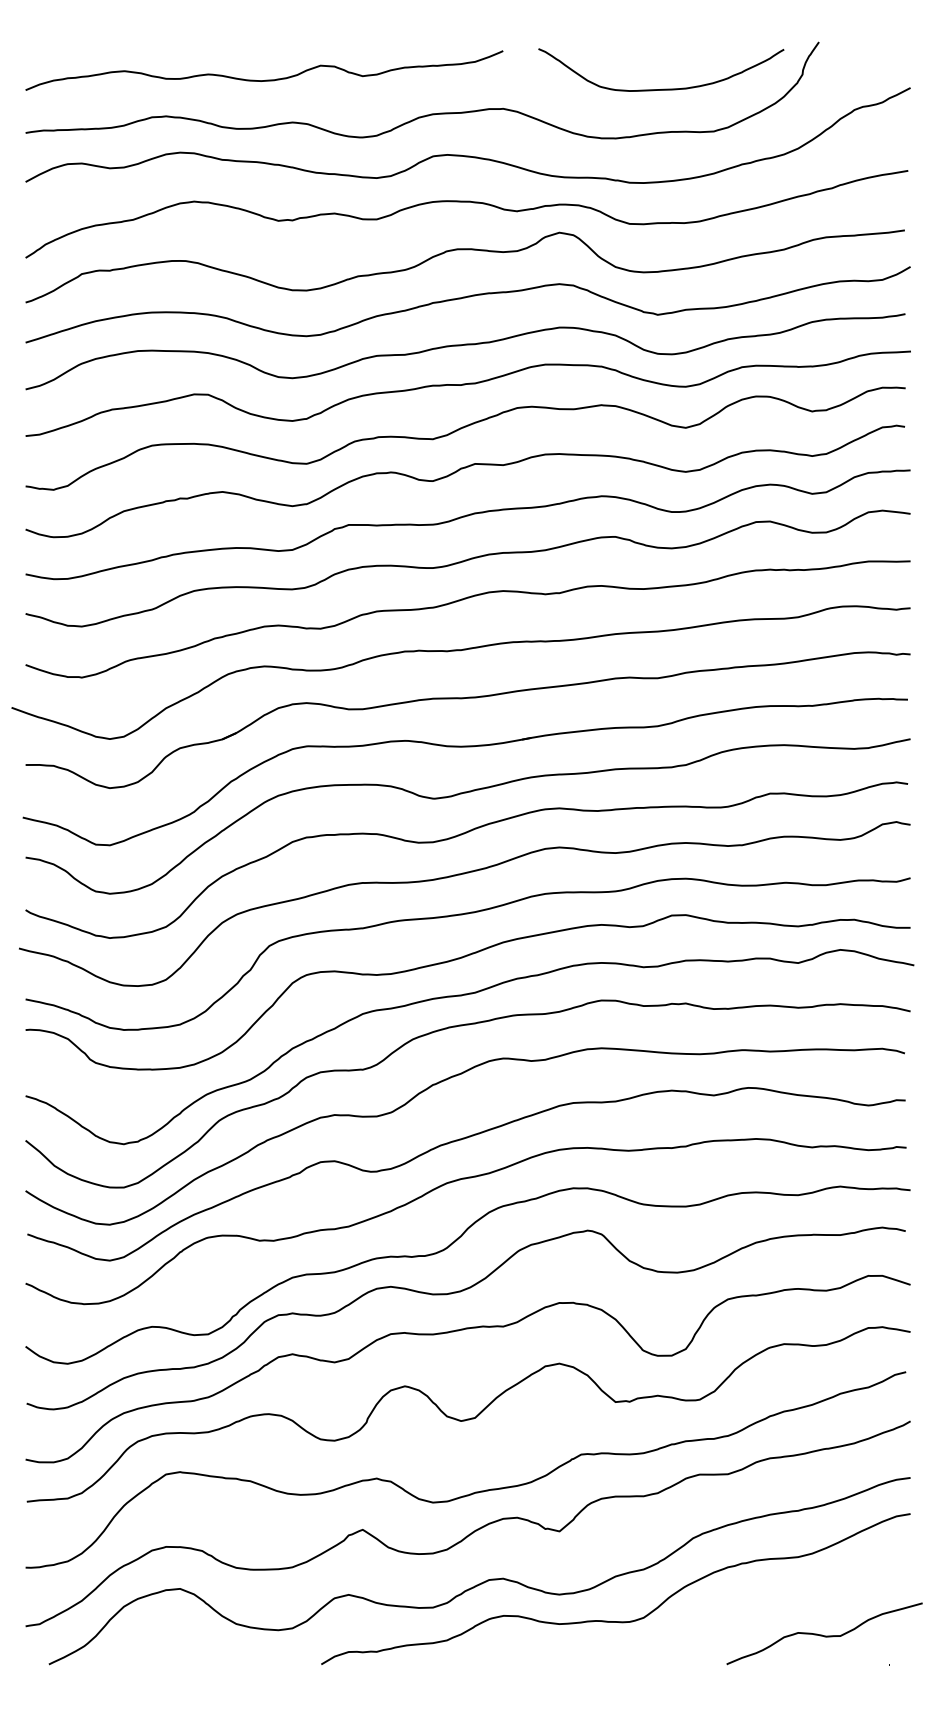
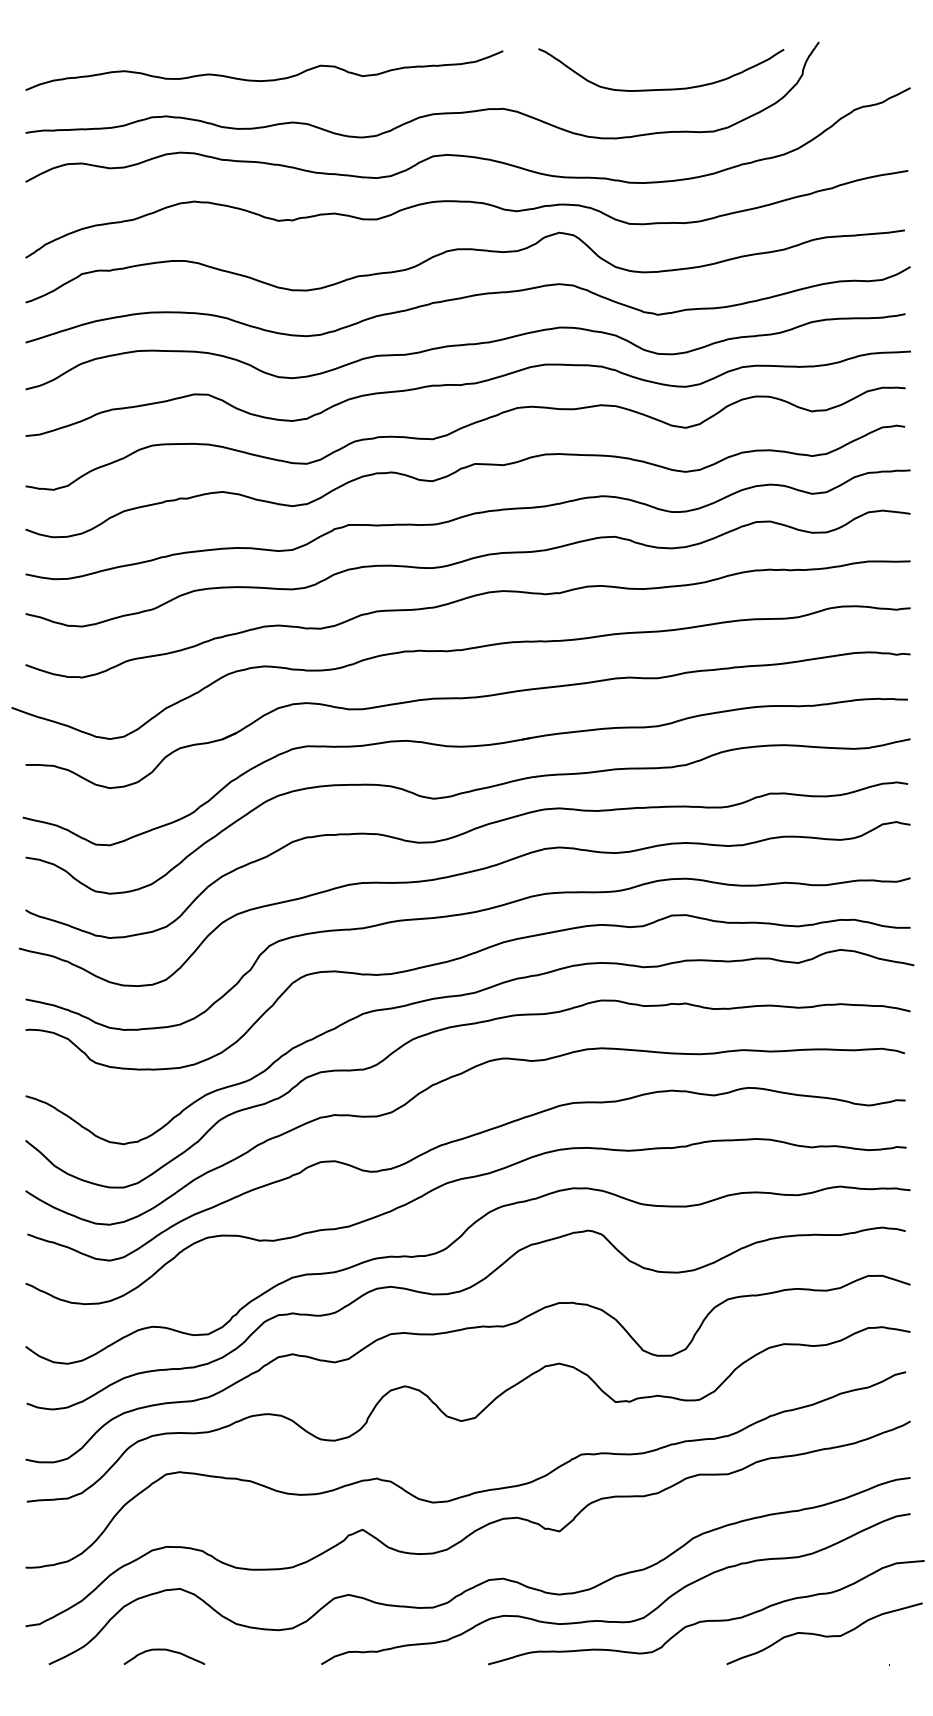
curve at (706, 1620): none -> present
curve at (164, 1650): none -> present
